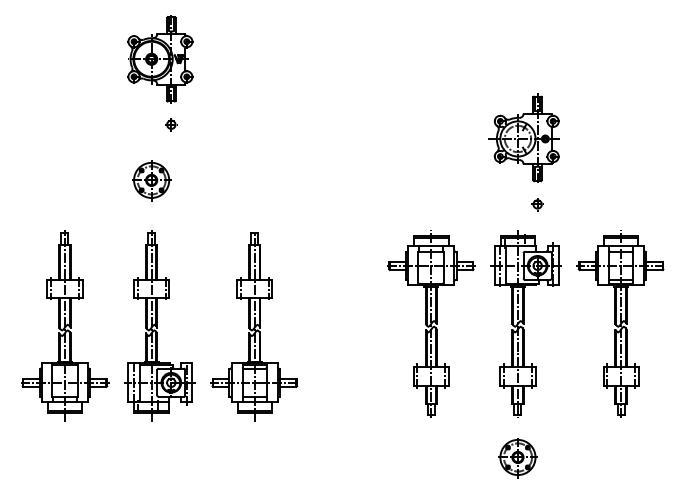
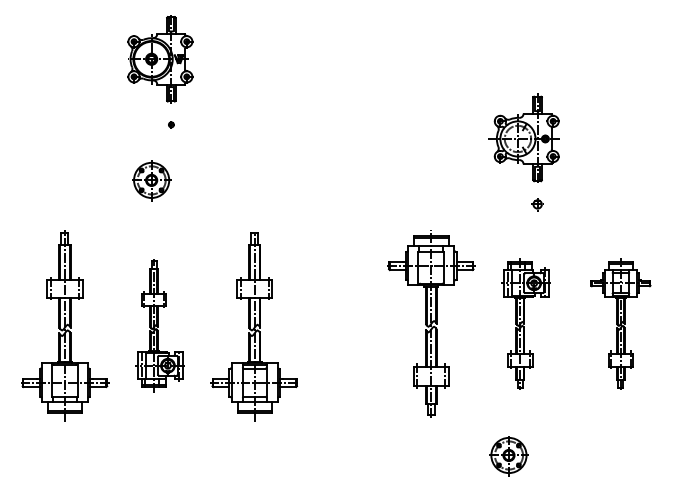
part at (171, 124) size: 13x14 px -> 7x8 px
part at (525, 323) size: 72x188 px -> 50x132 px
part at (620, 323) size: 89x188 px -> 62x132 px
part at (159, 325) size: 72x192 px -> 50x134 px
part at (517, 458) position: (517, 458) -> (508, 456)
